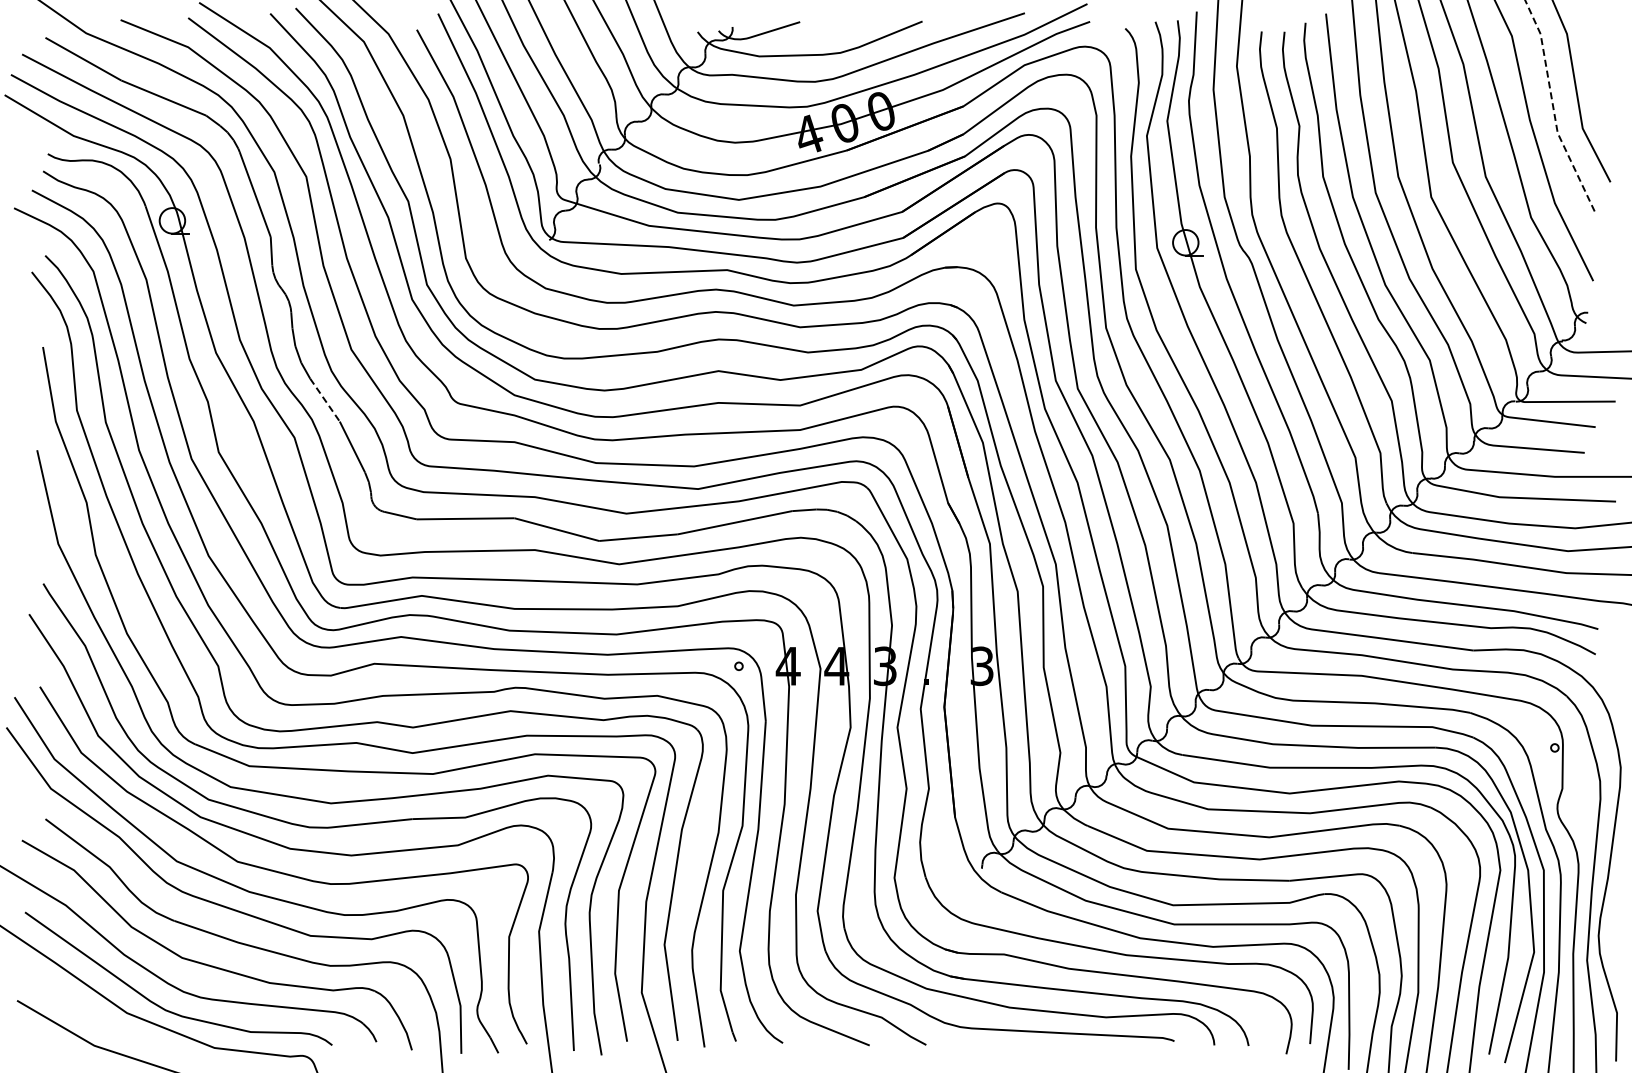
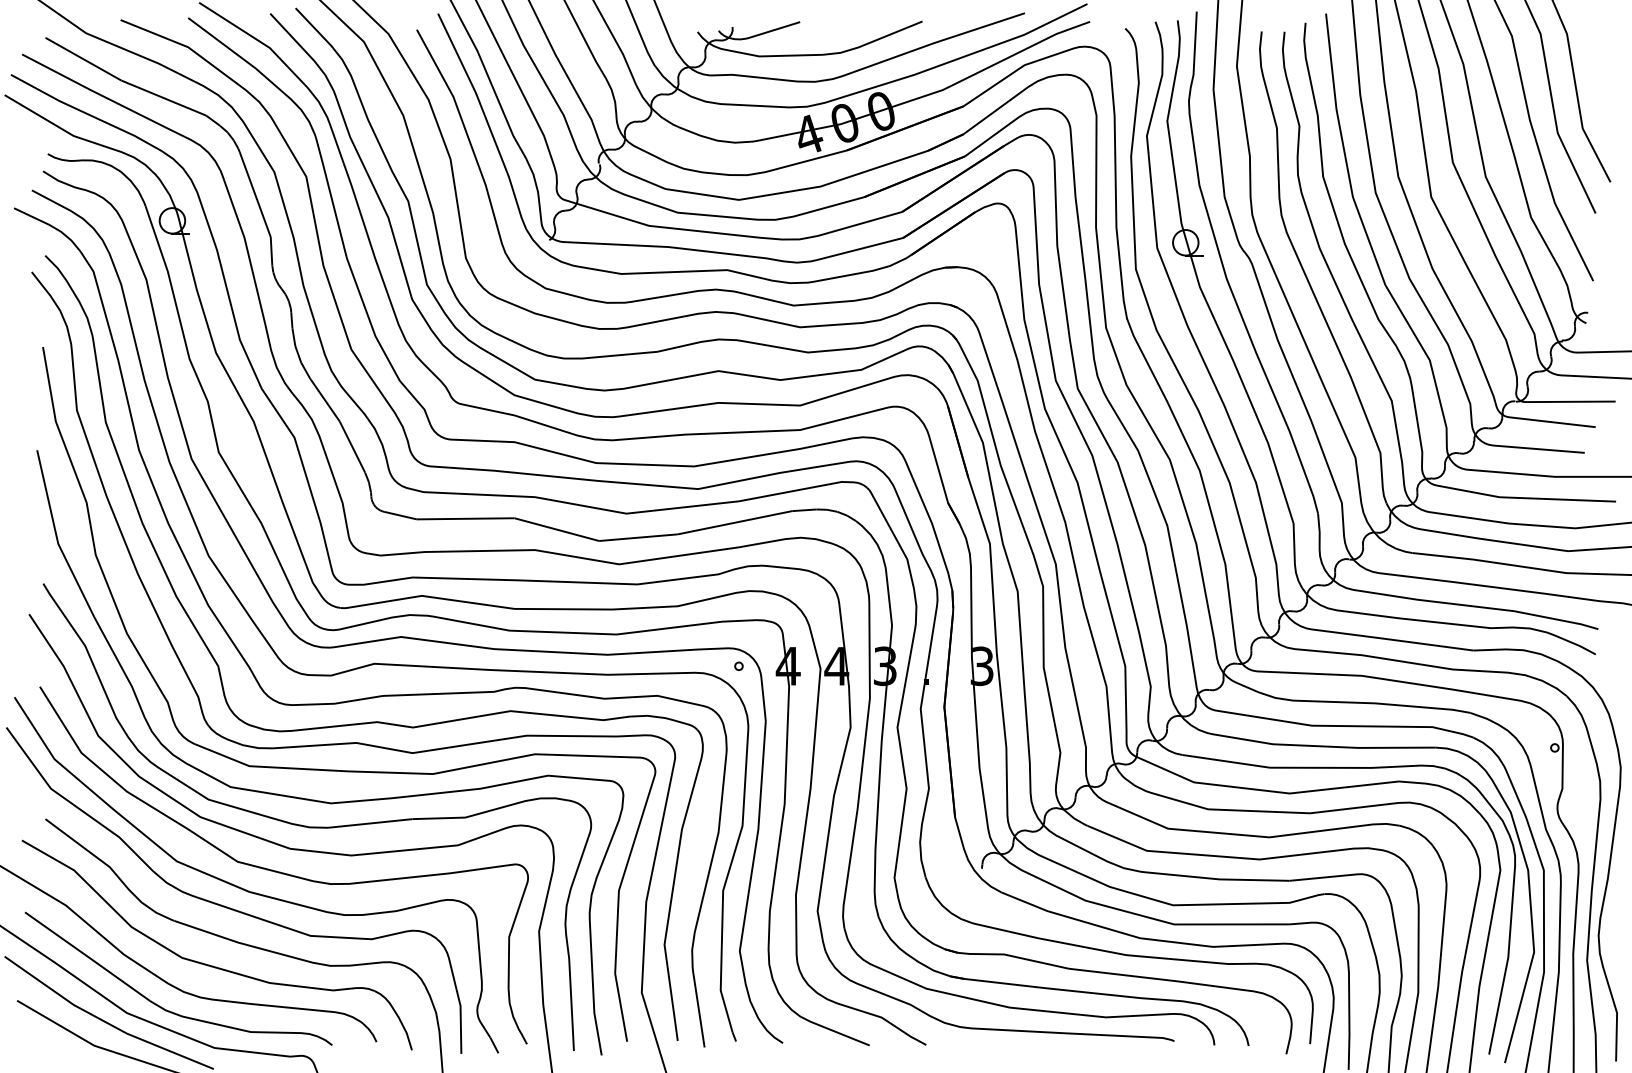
line at (1553, 109): dashed -> solid
line at (325, 400): dashed -> solid
line at (103, 1019): none -> present
